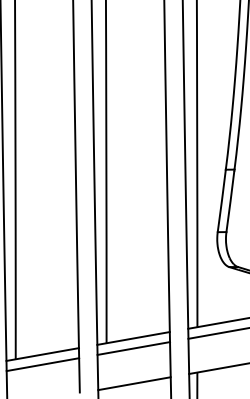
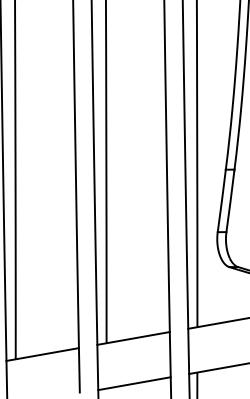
line at (217, 333): present -> none
line at (133, 348): present -> none
line at (42, 364): present -> none
